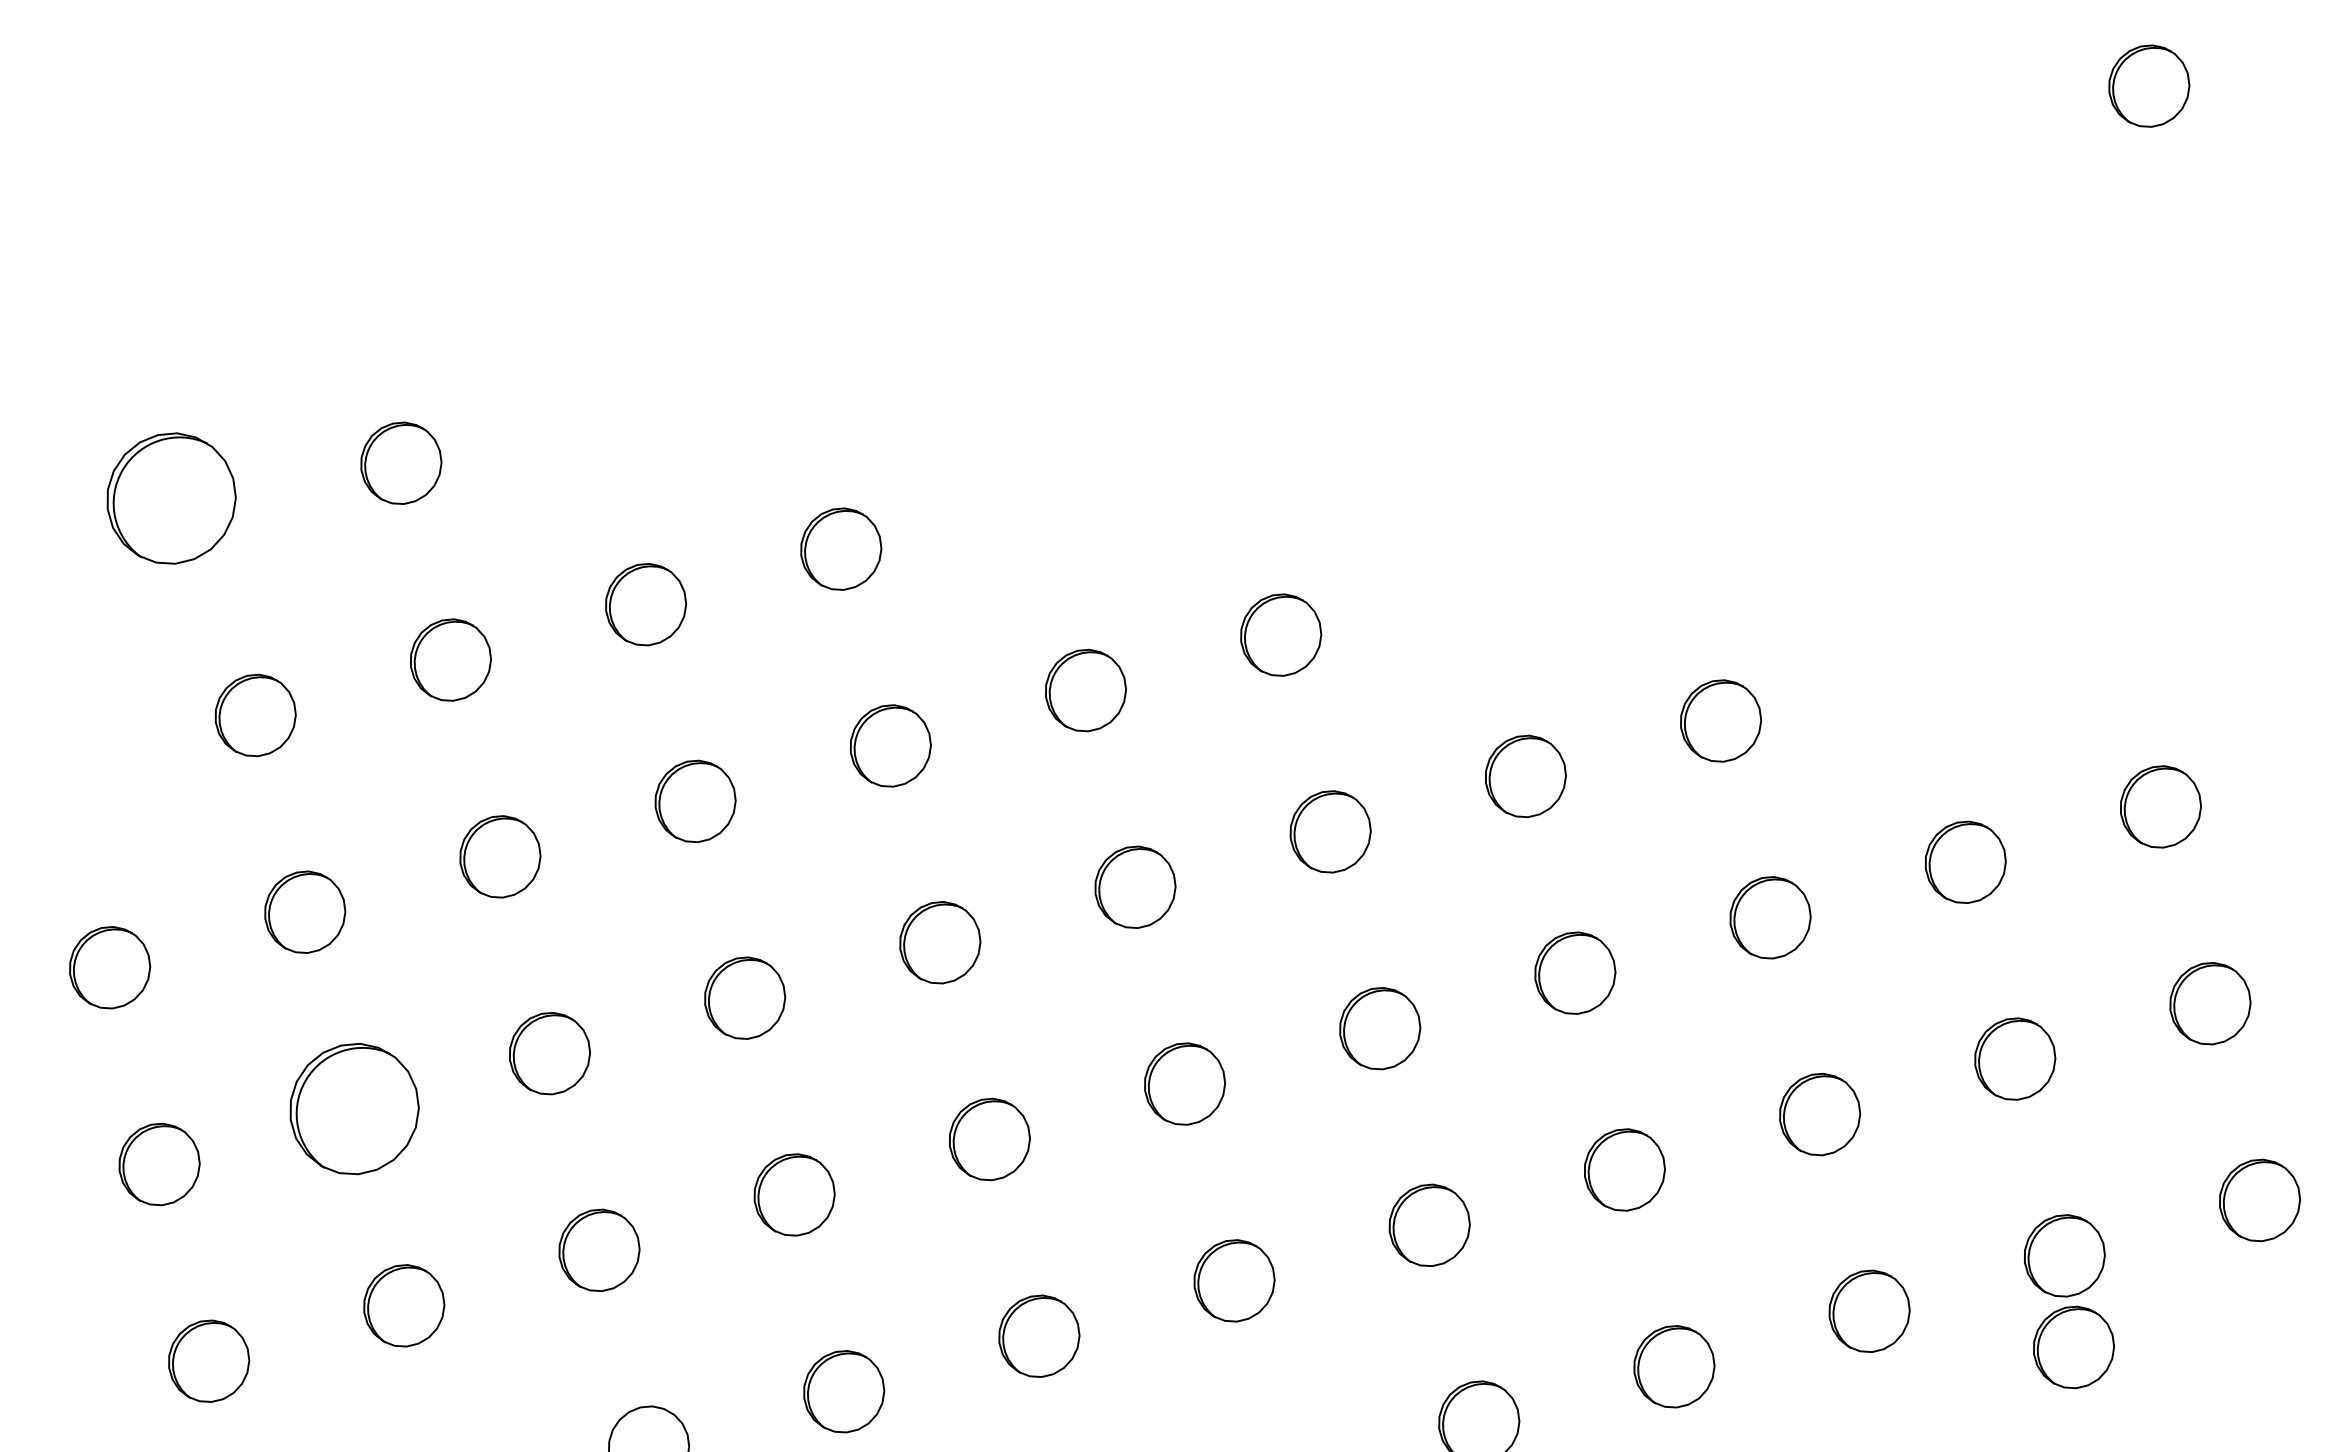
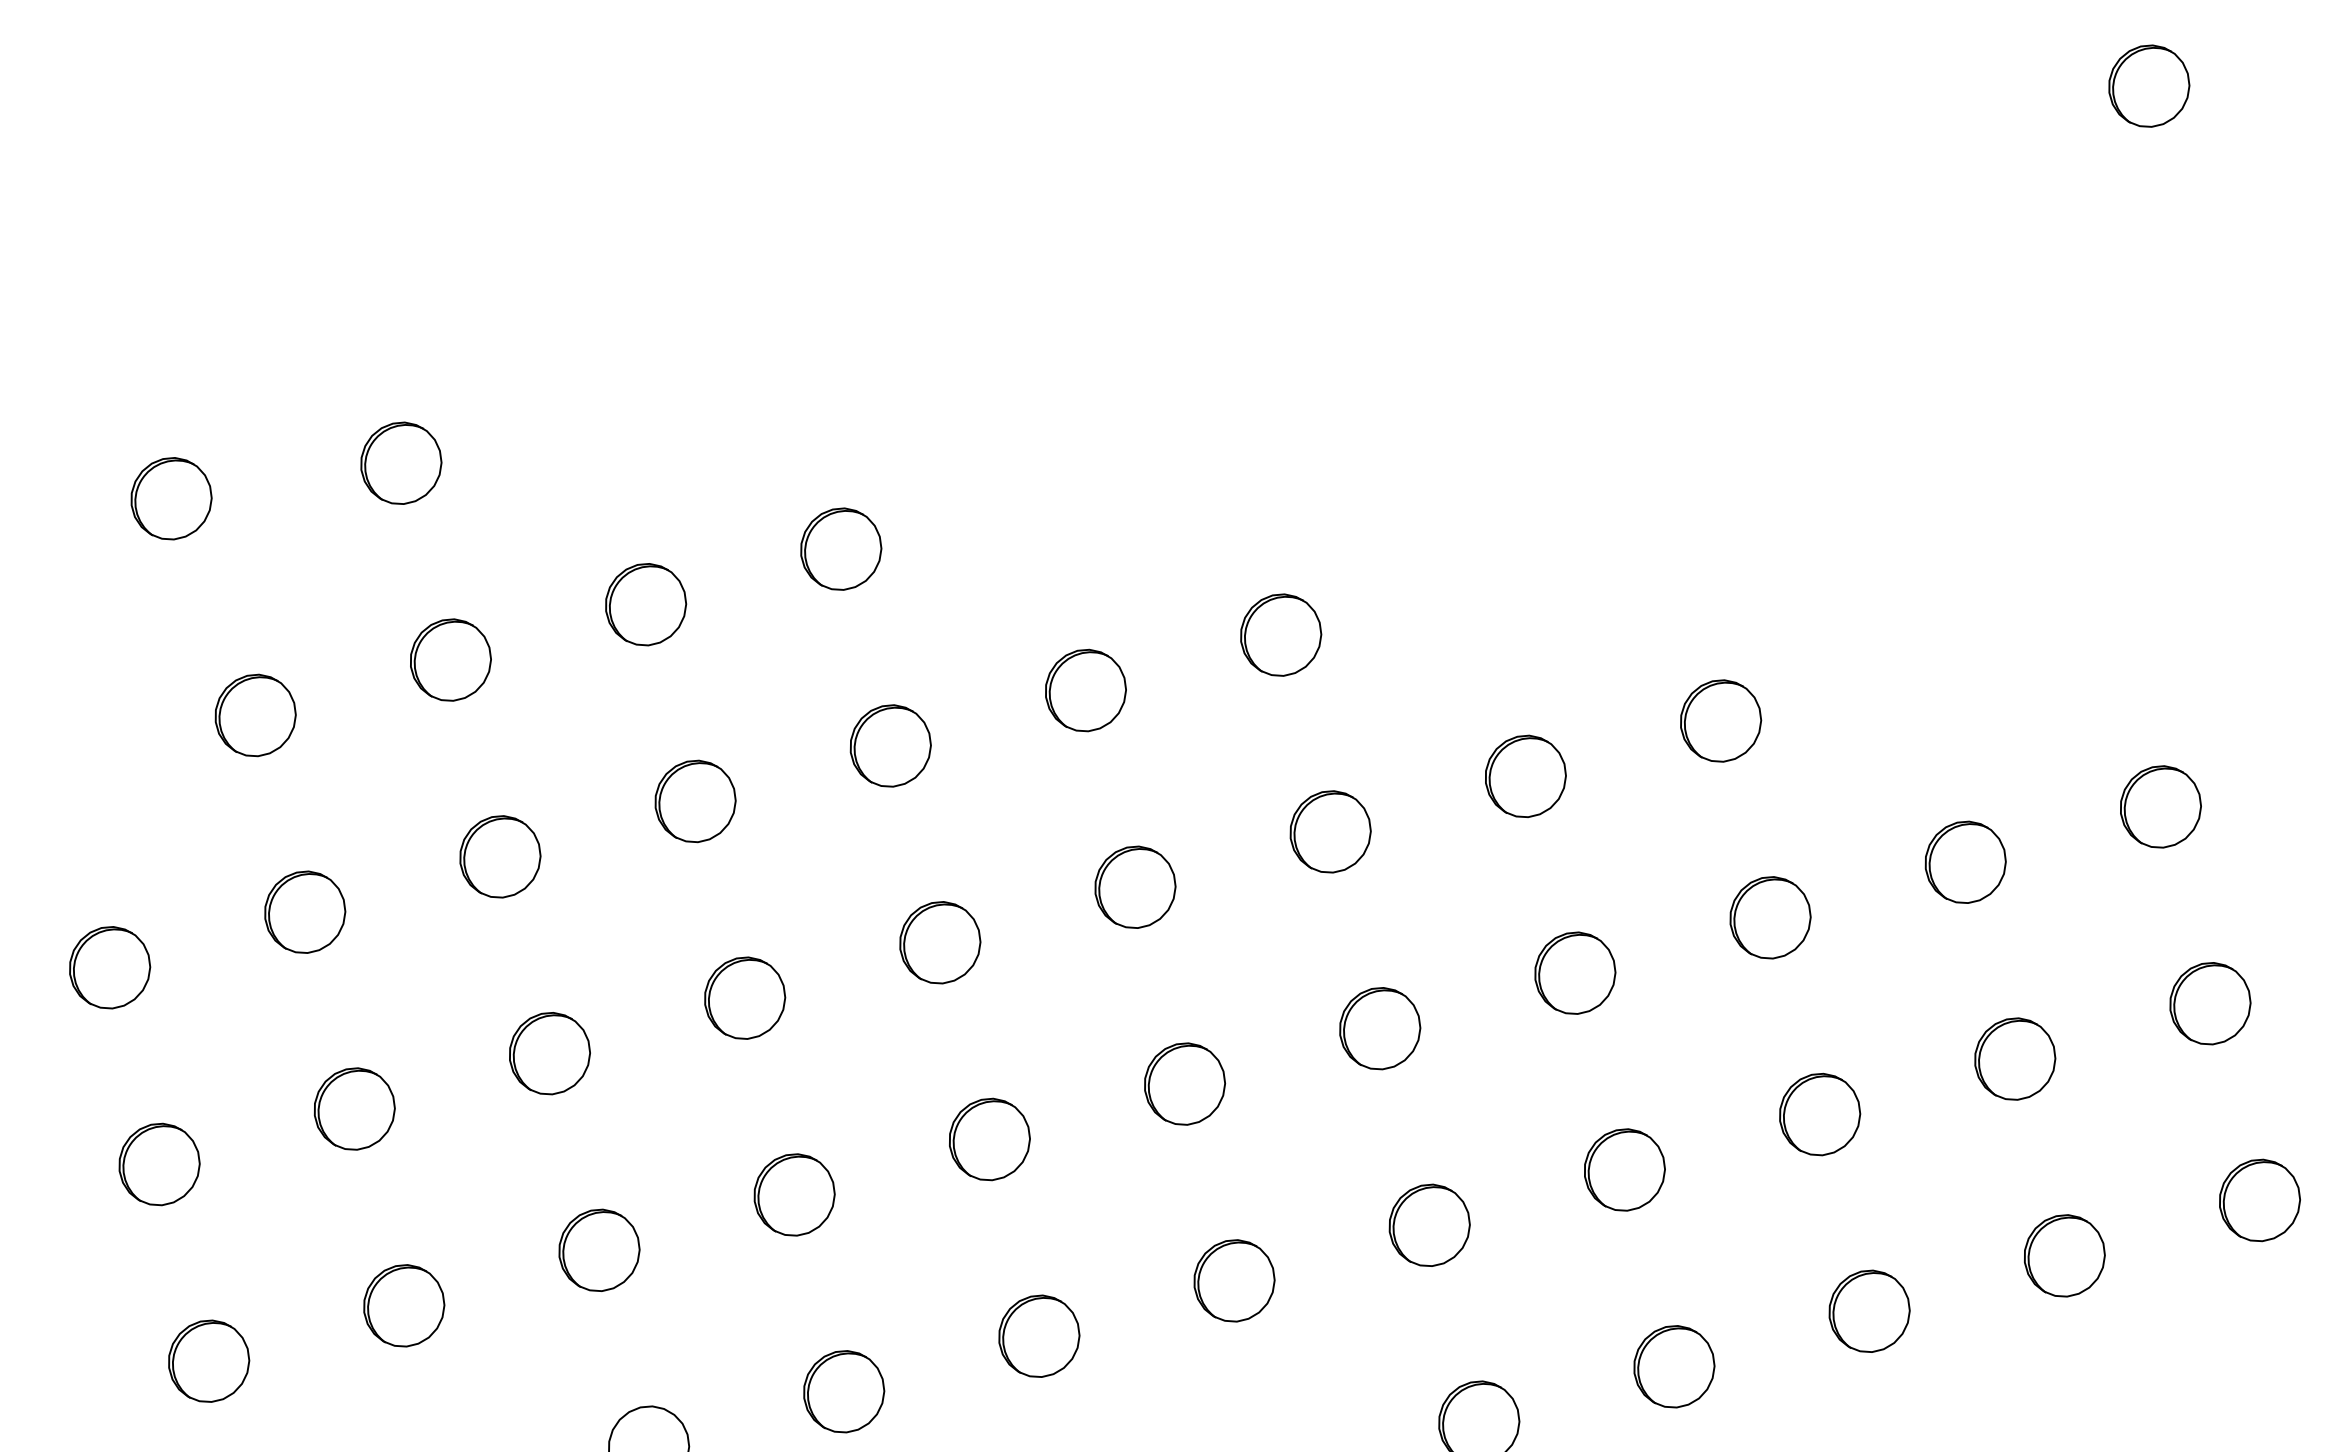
part at (171, 498) size: 131x133 px -> 83x84 px
part at (354, 1108) size: 131x134 px -> 82x84 px
part at (2073, 1347): present -> none
